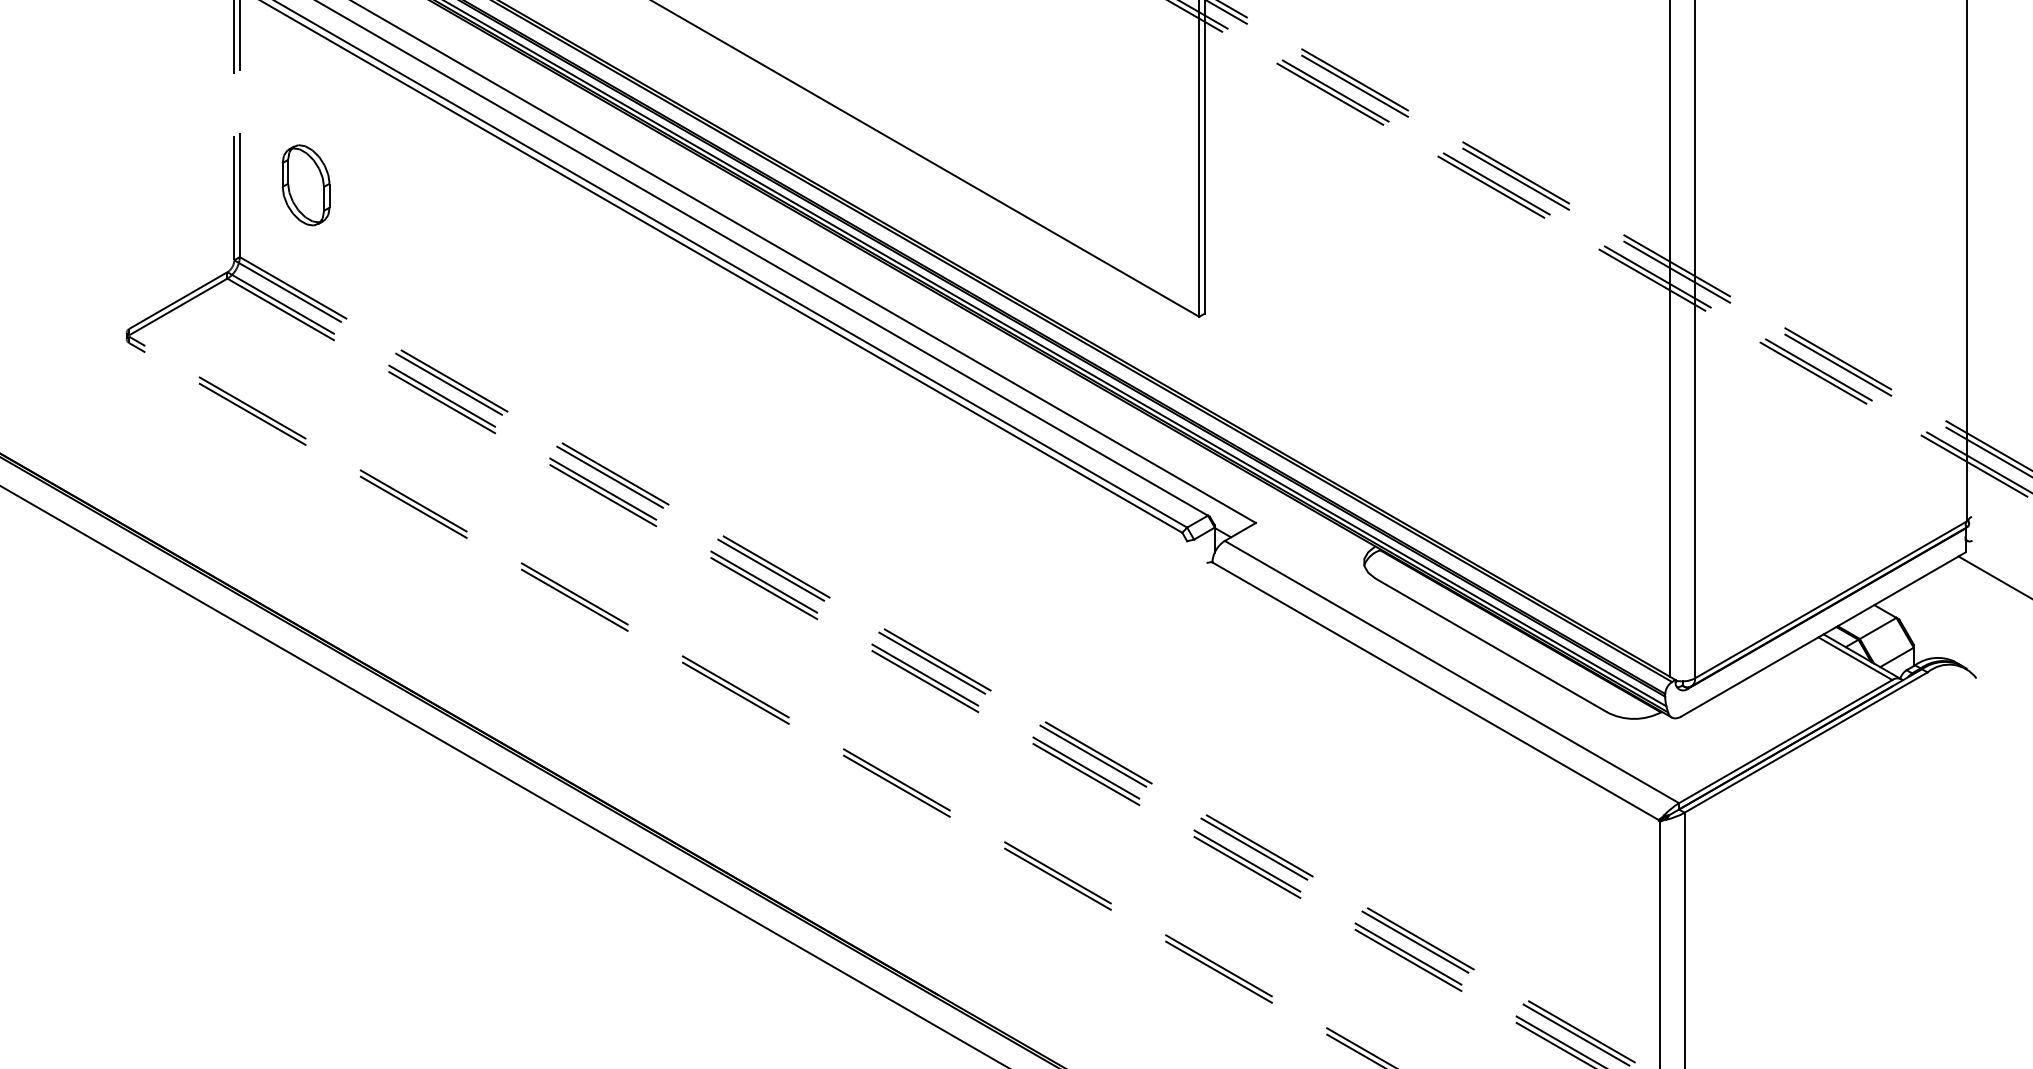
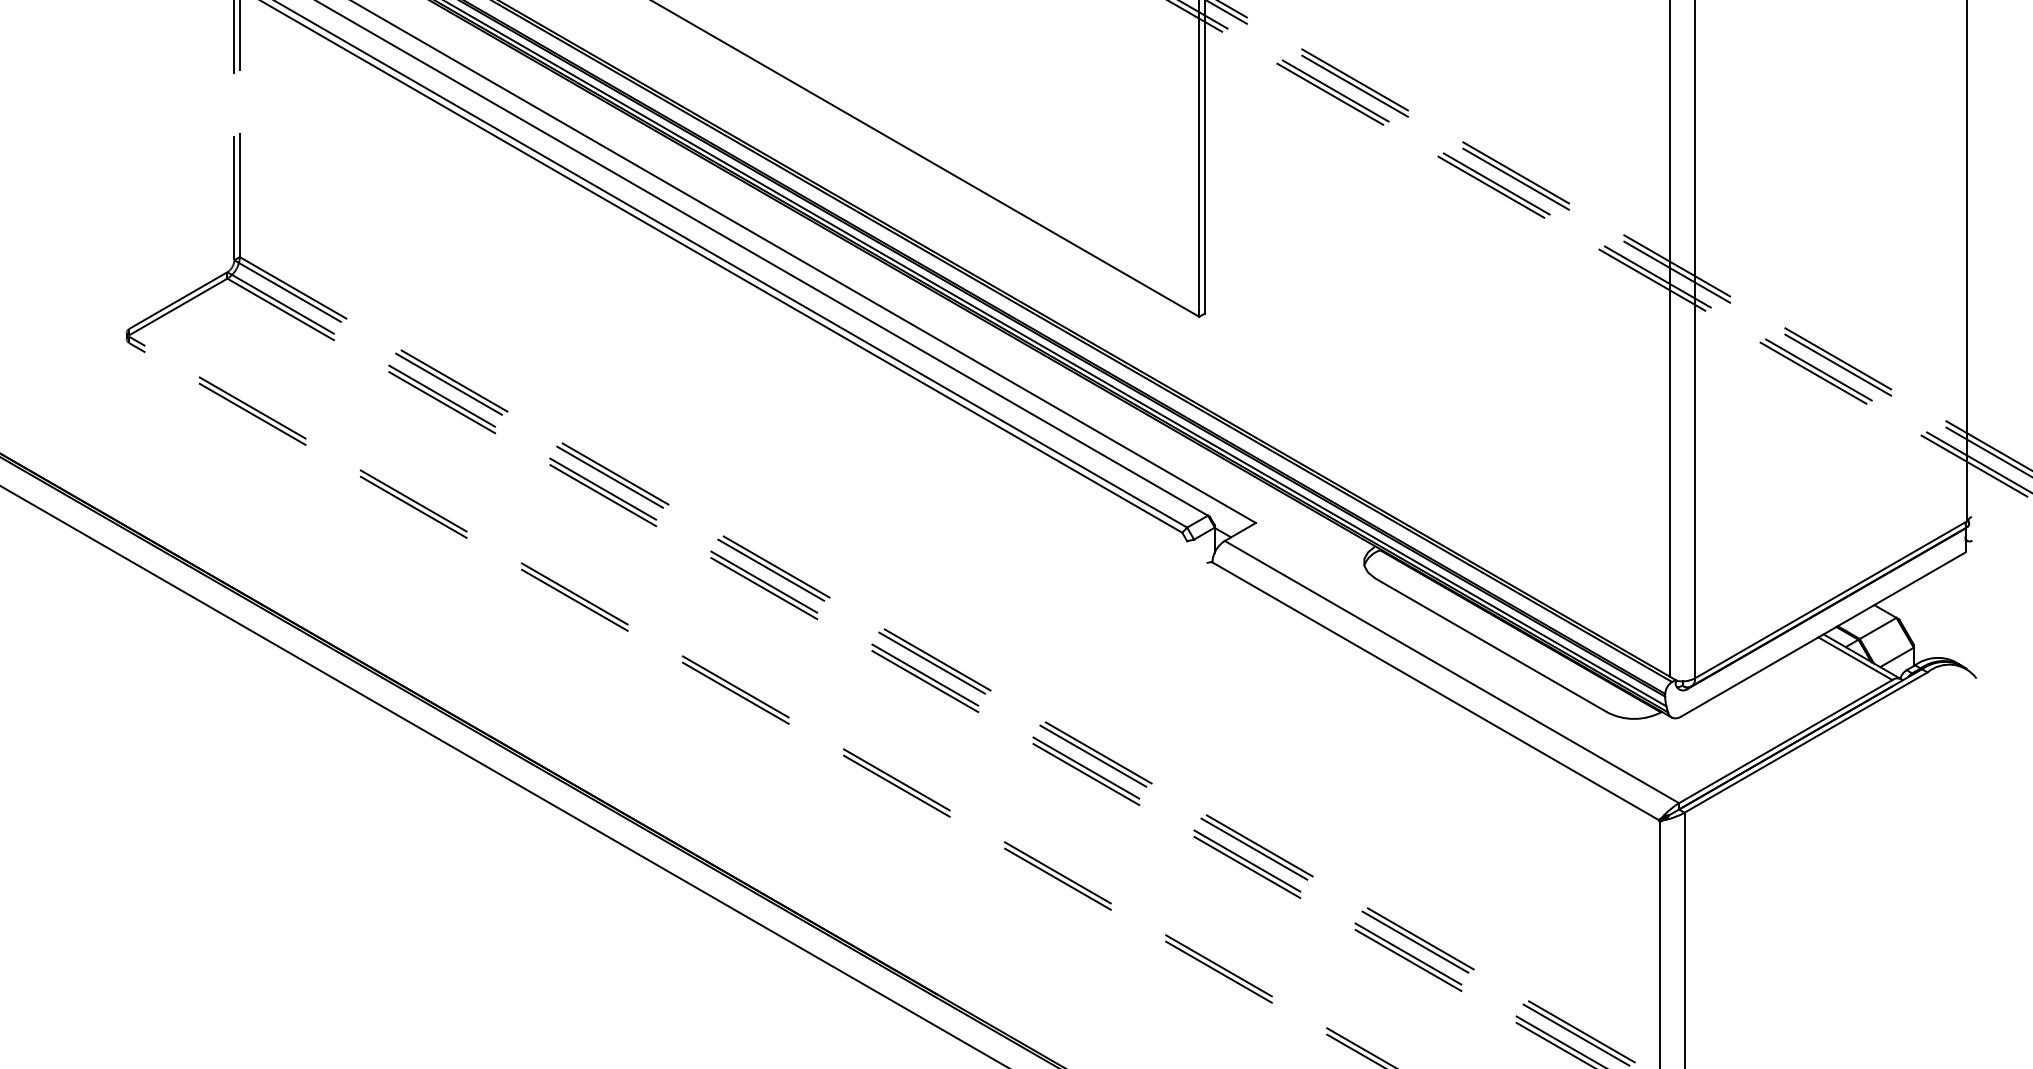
part at (305, 185): present -> none
line at (1993, 576): present -> none
